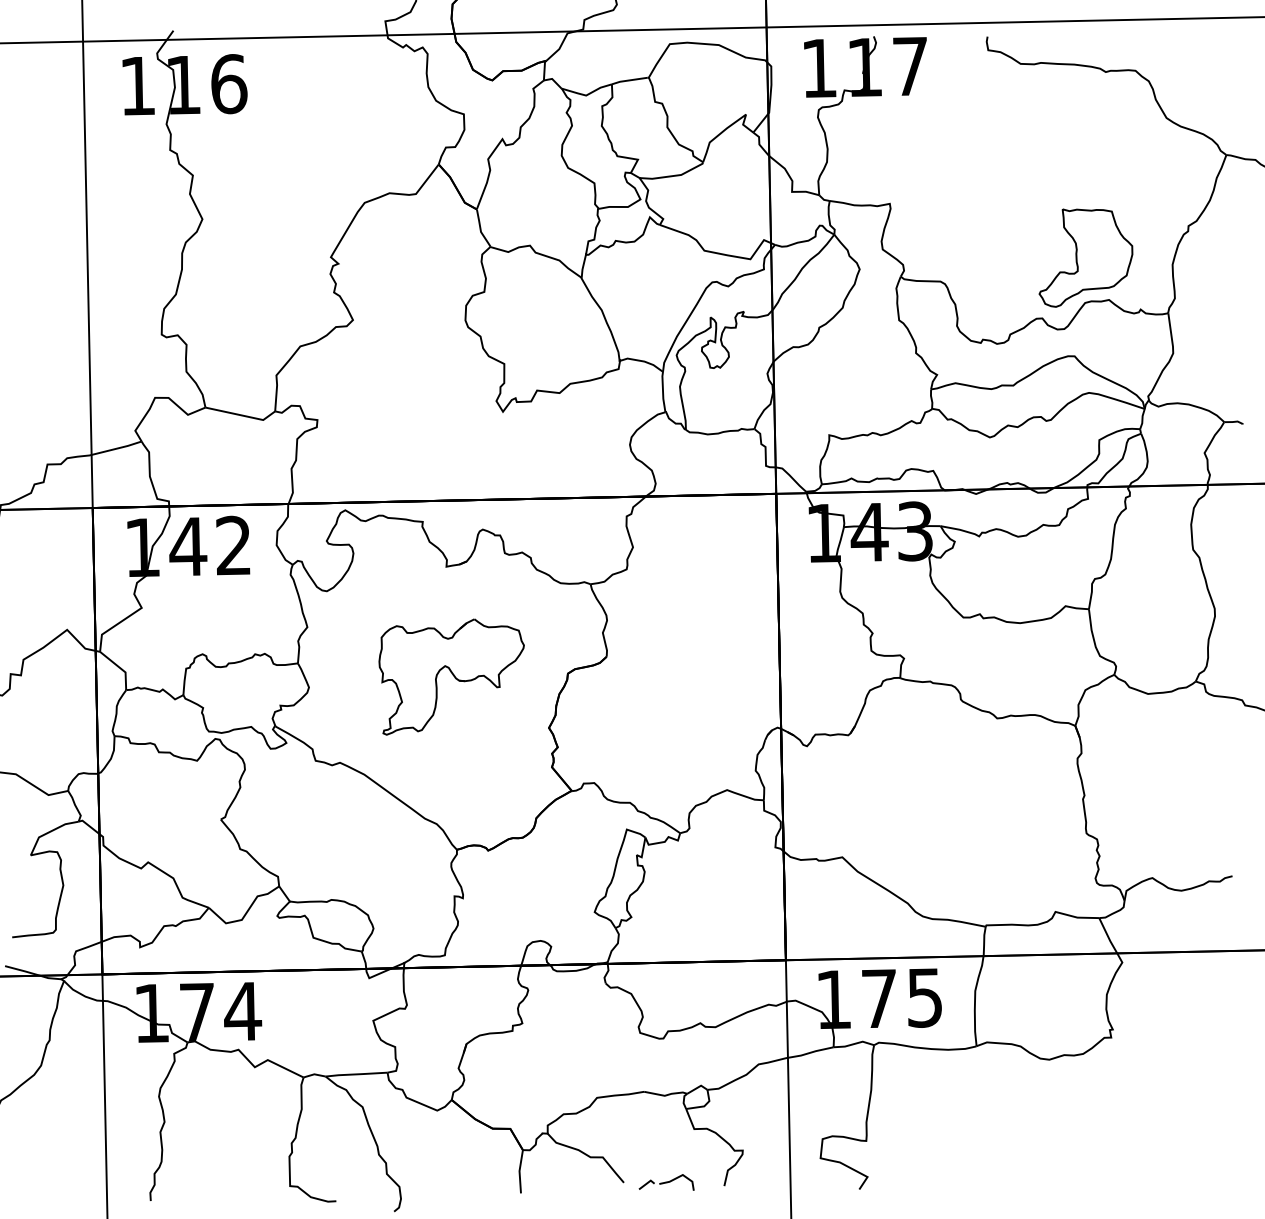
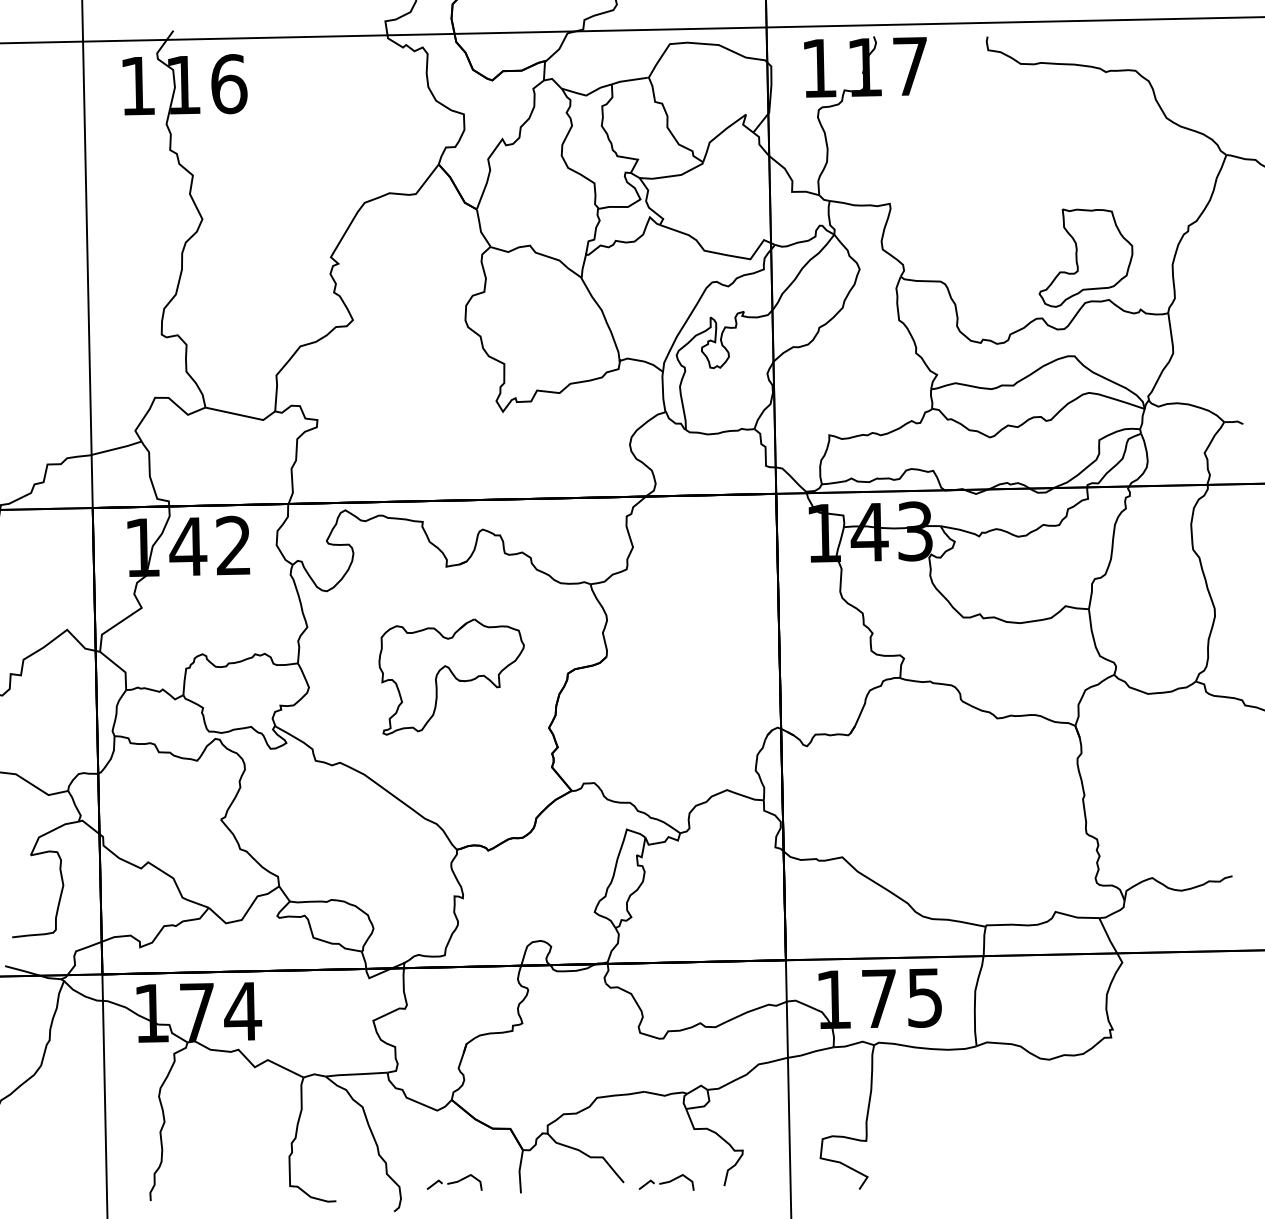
part at (454, 1182): none -> present
